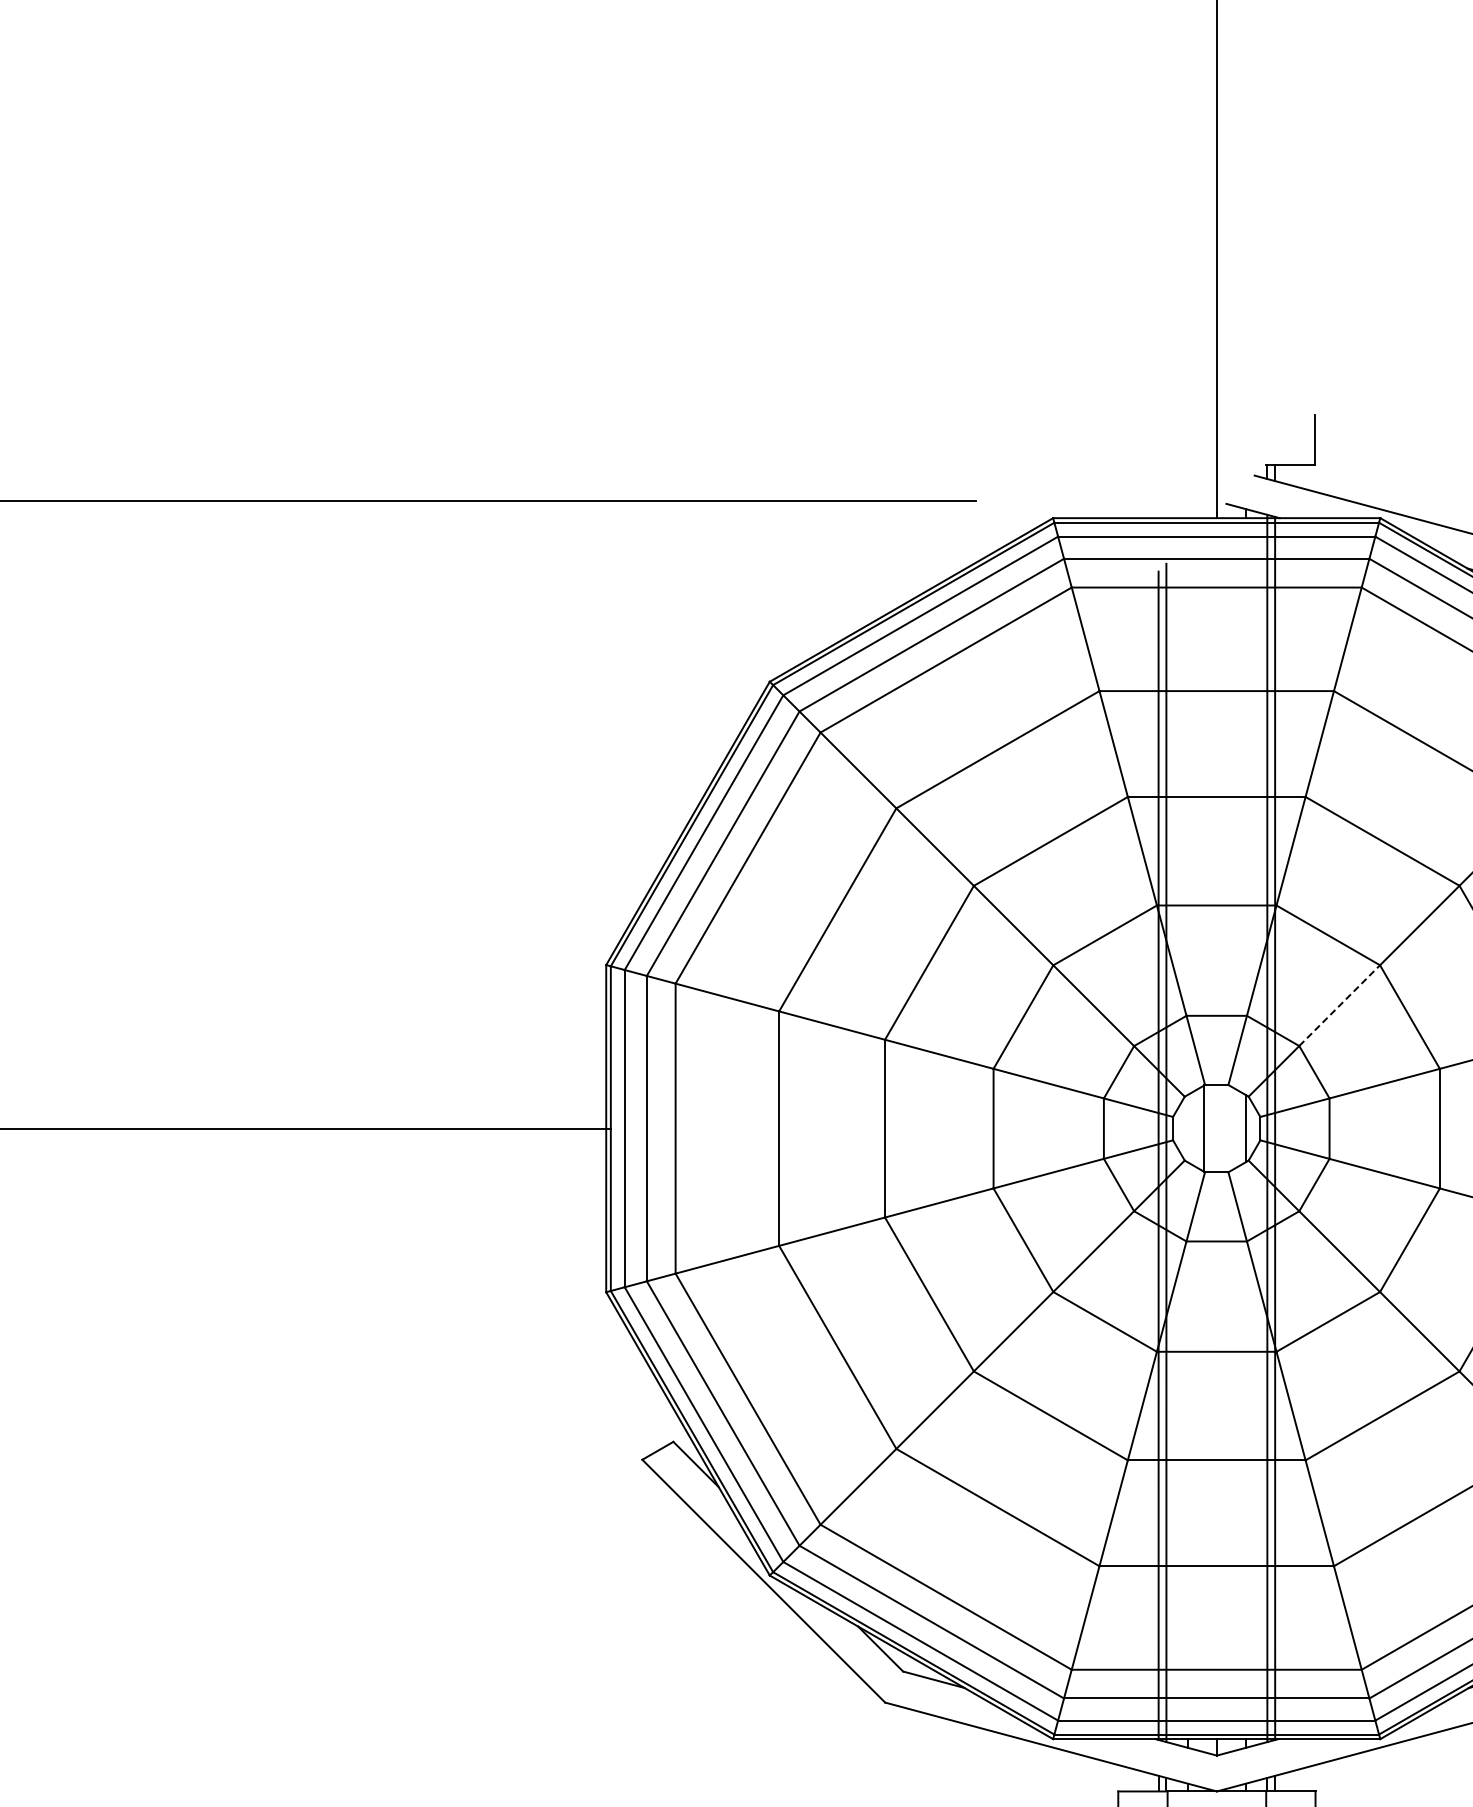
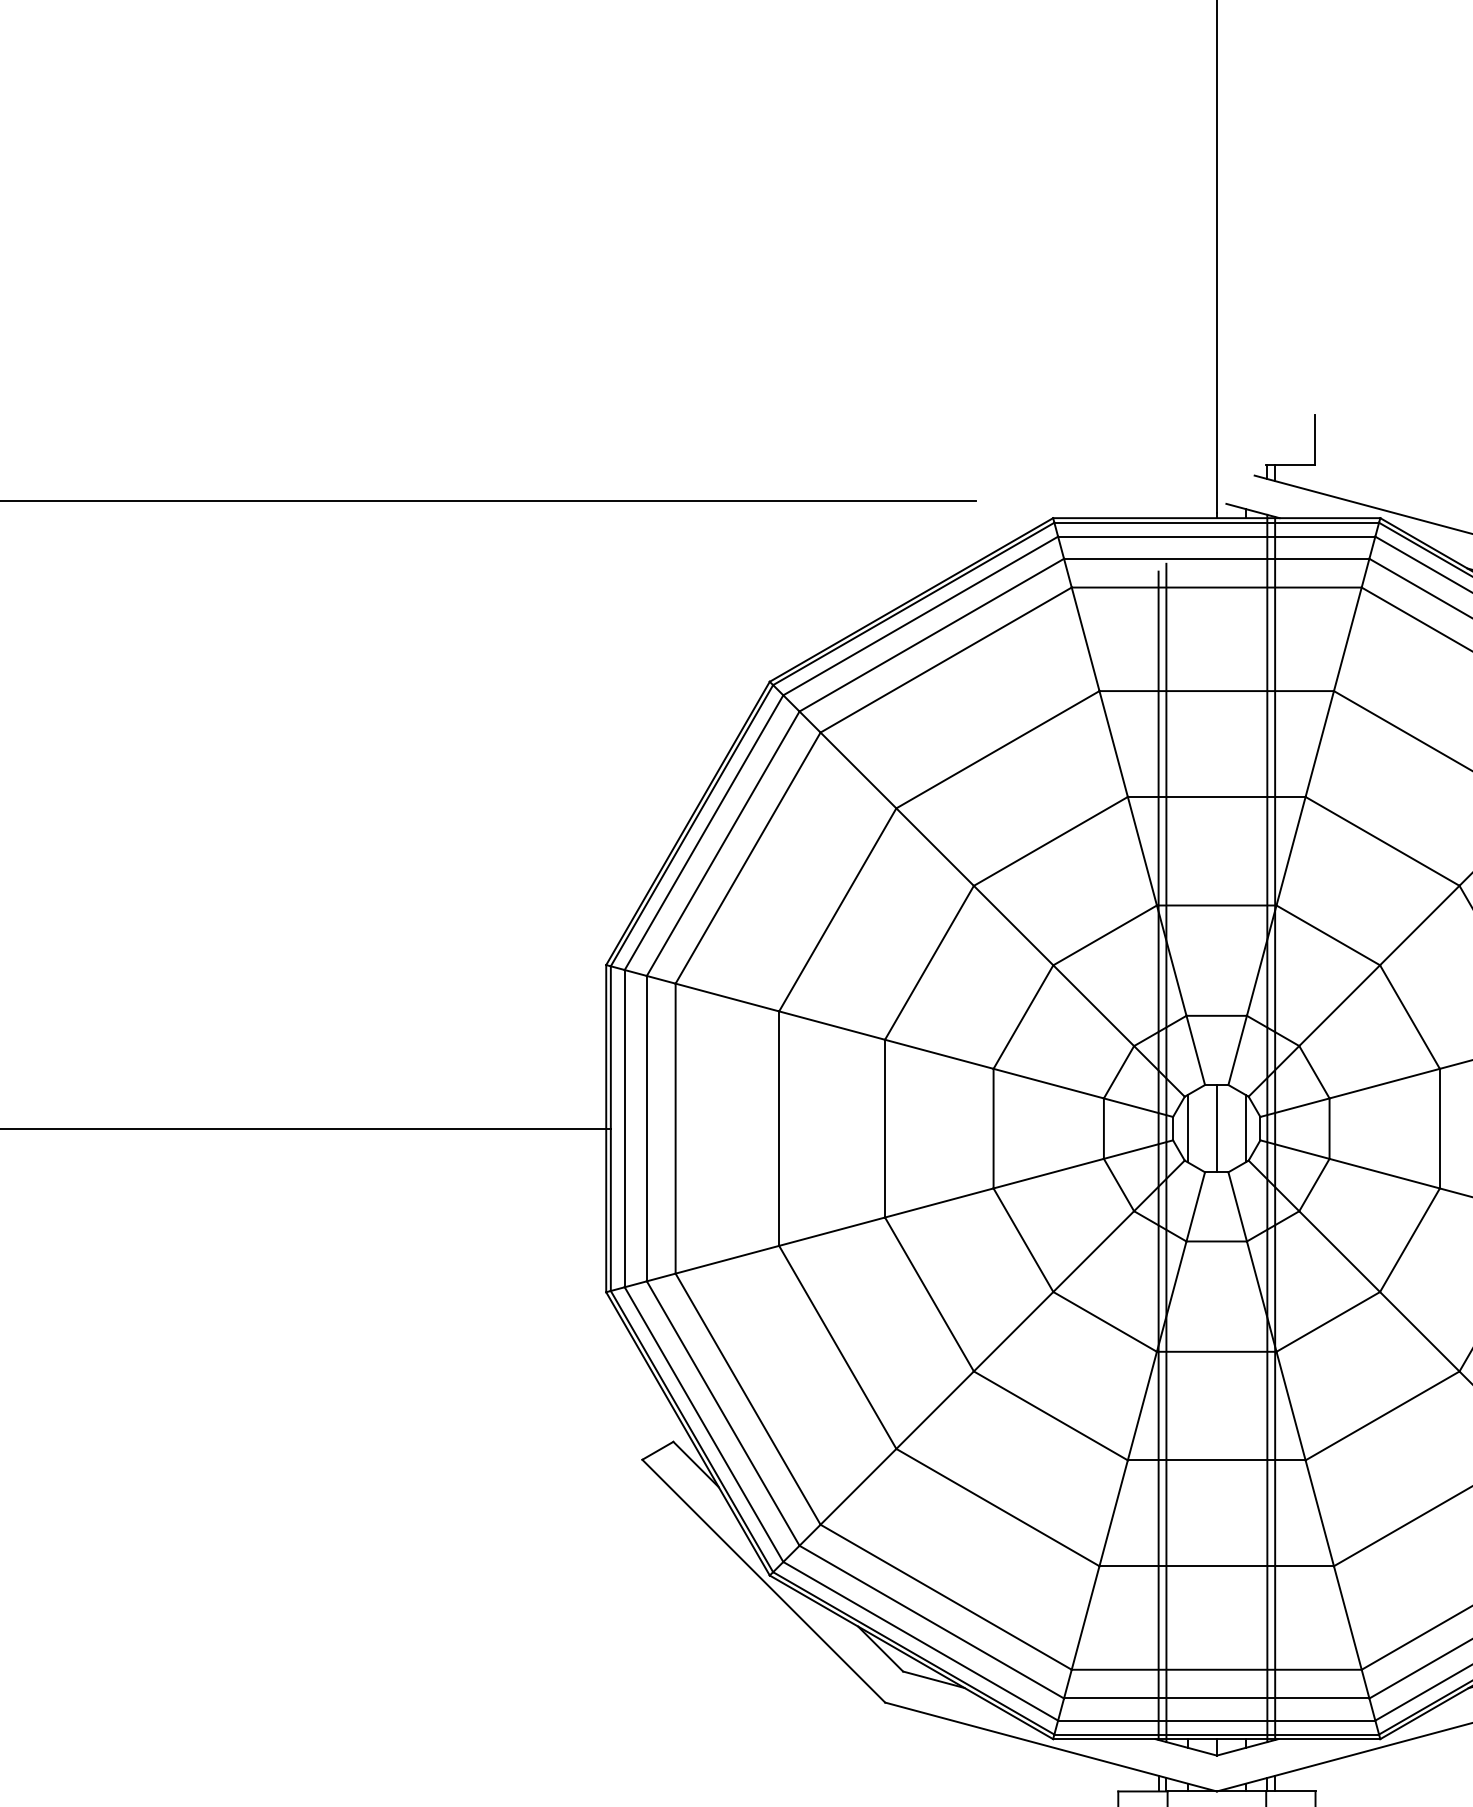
line at (1340, 1005): dashed -> solid
line at (1187, 1128): none -> present
line at (1203, 1128) position: (1203, 1128) -> (1216, 1128)
